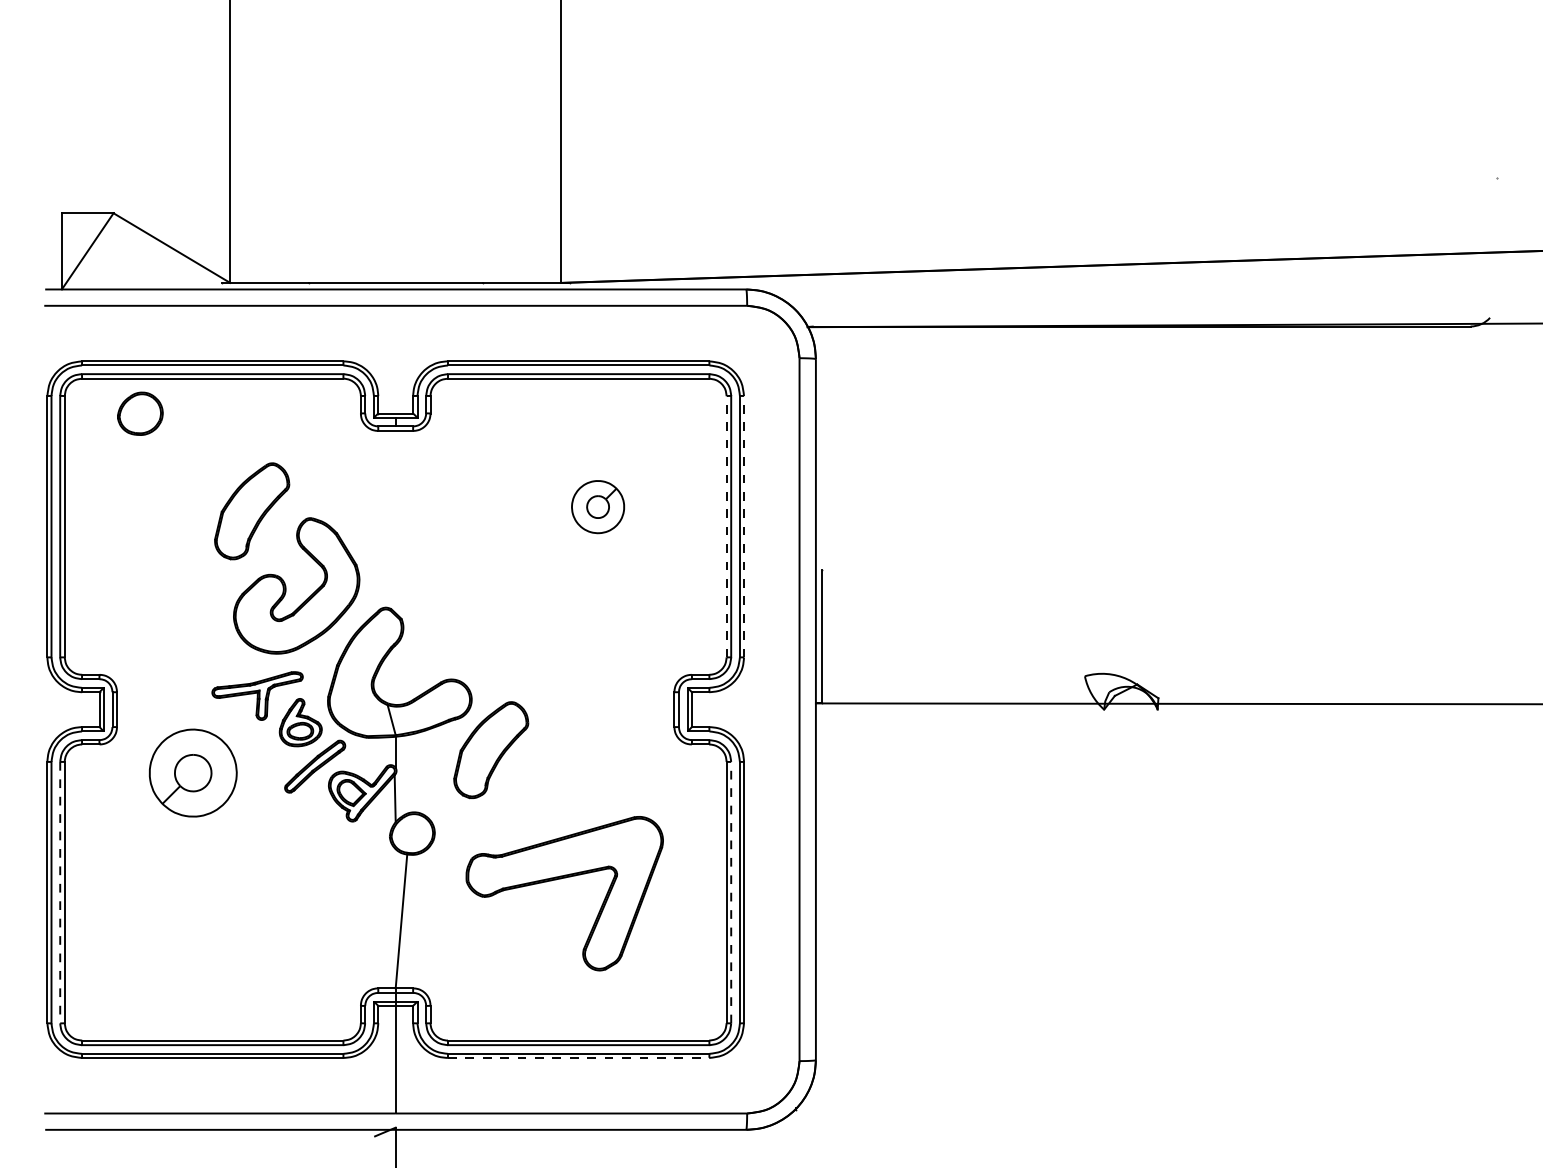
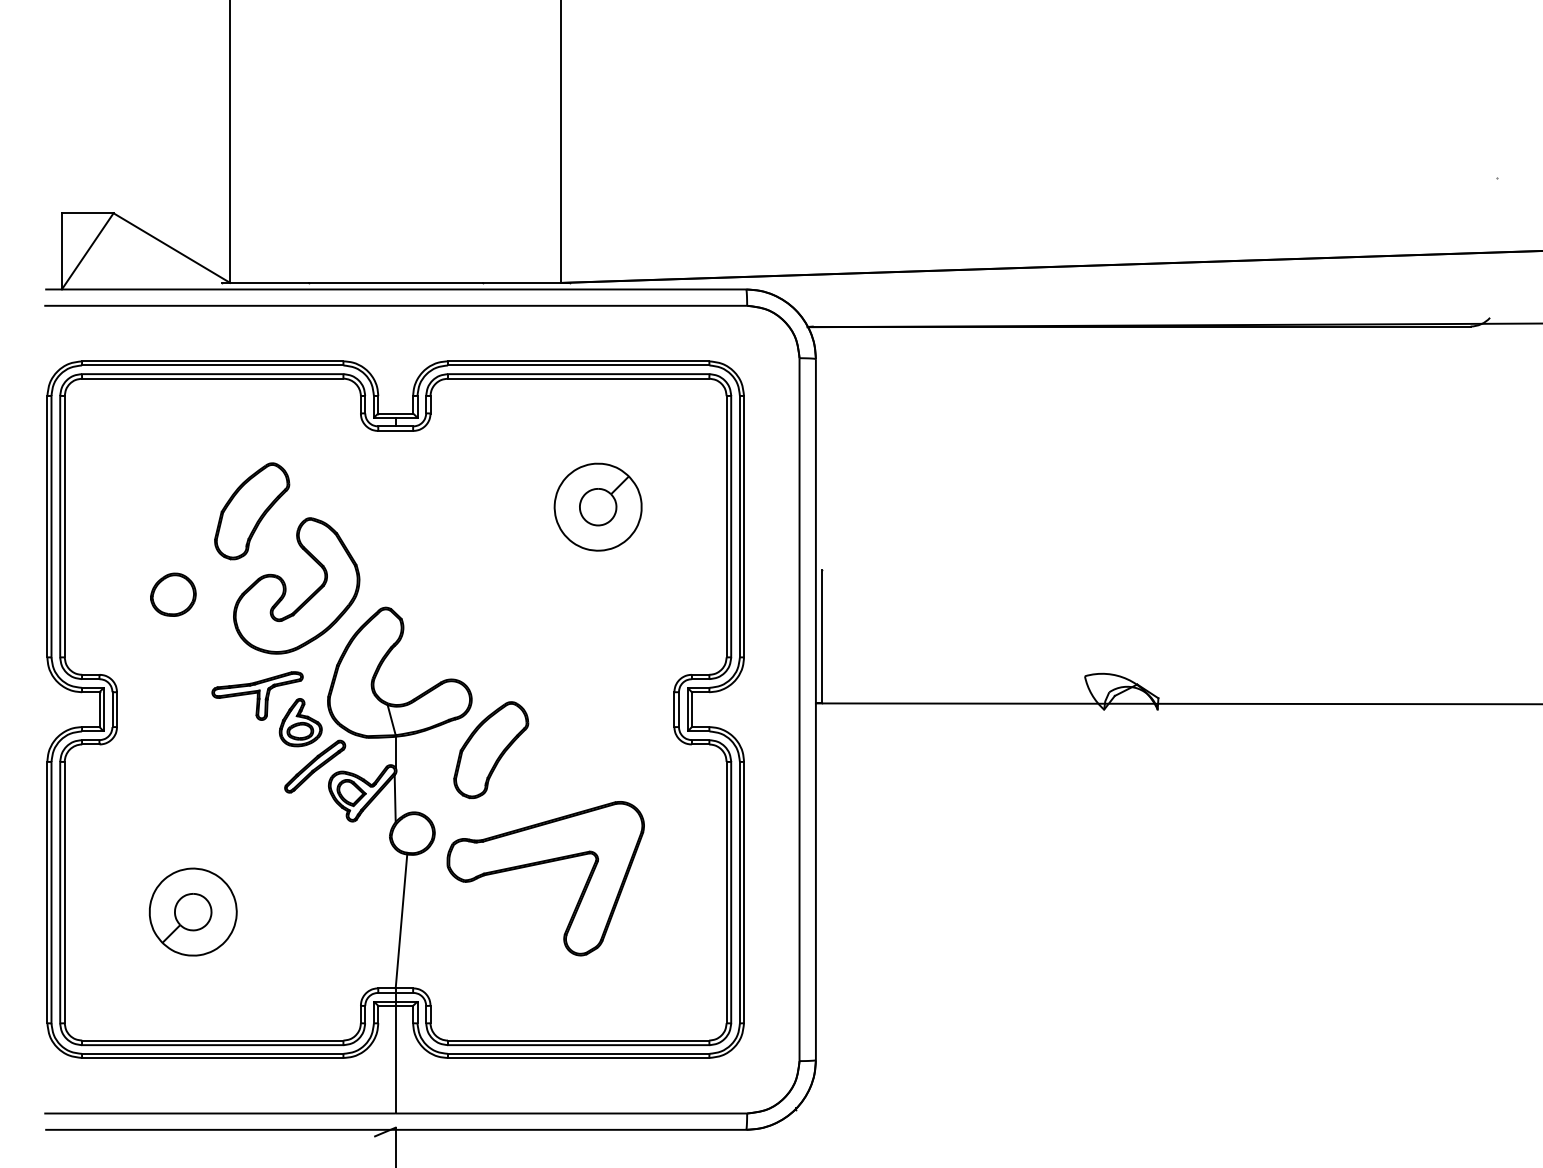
part at (140, 413) position: (140, 413) -> (173, 594)
part at (598, 507) size: 55x55 px -> 90x90 px
line at (726, 526): dashed -> solid
line at (744, 526): dashed -> solid
part at (192, 772) position: (192, 772) -> (192, 911)
part at (561, 879) position: (561, 879) -> (542, 864)
line at (60, 892): dashed -> solid
line at (731, 892): dashed -> solid
line at (578, 1058): dashed -> solid
